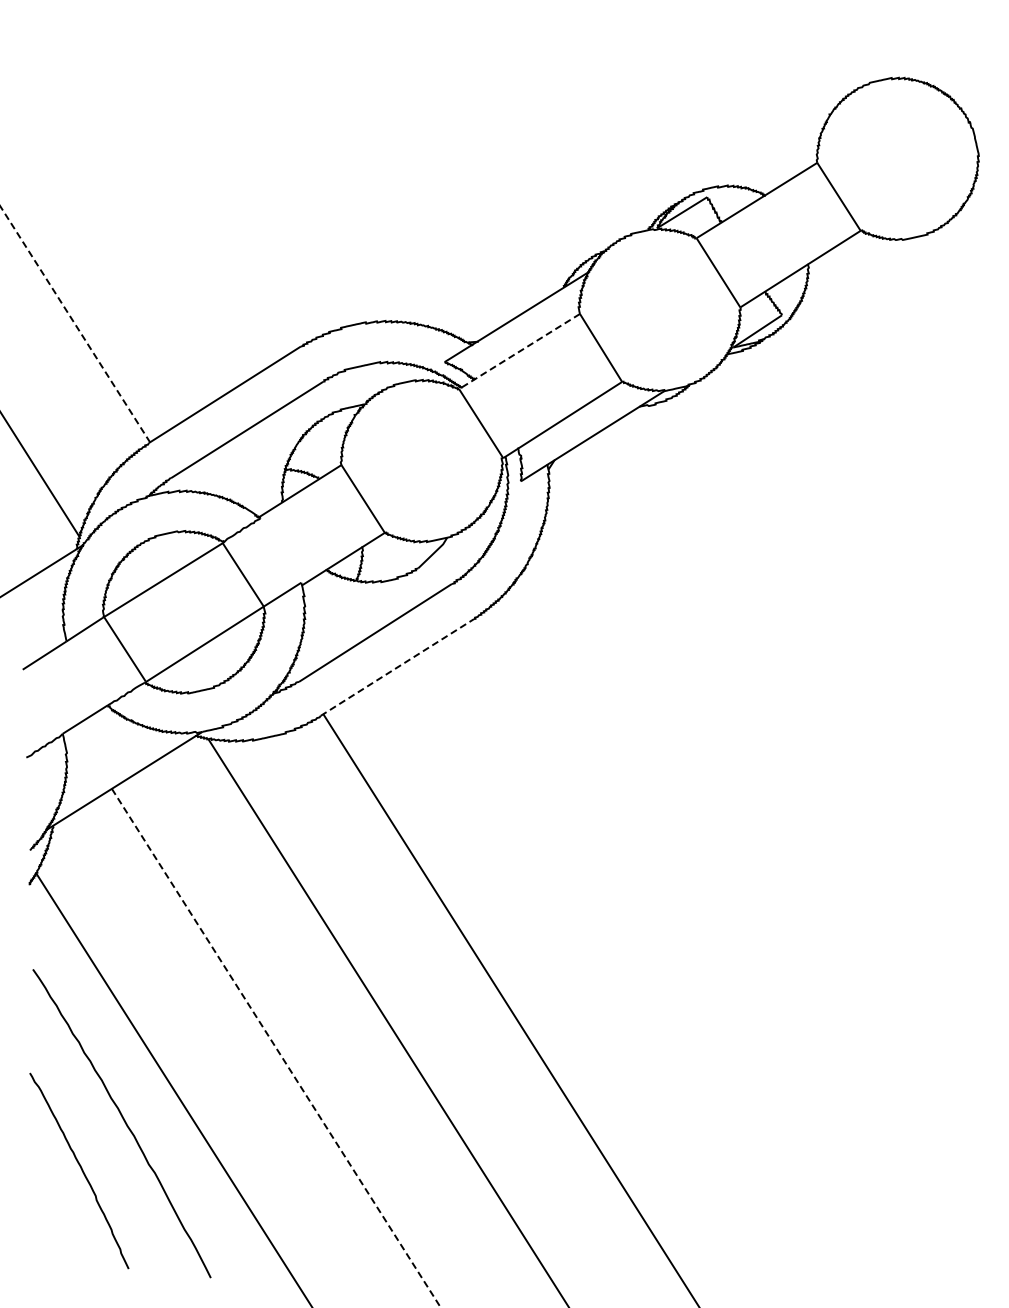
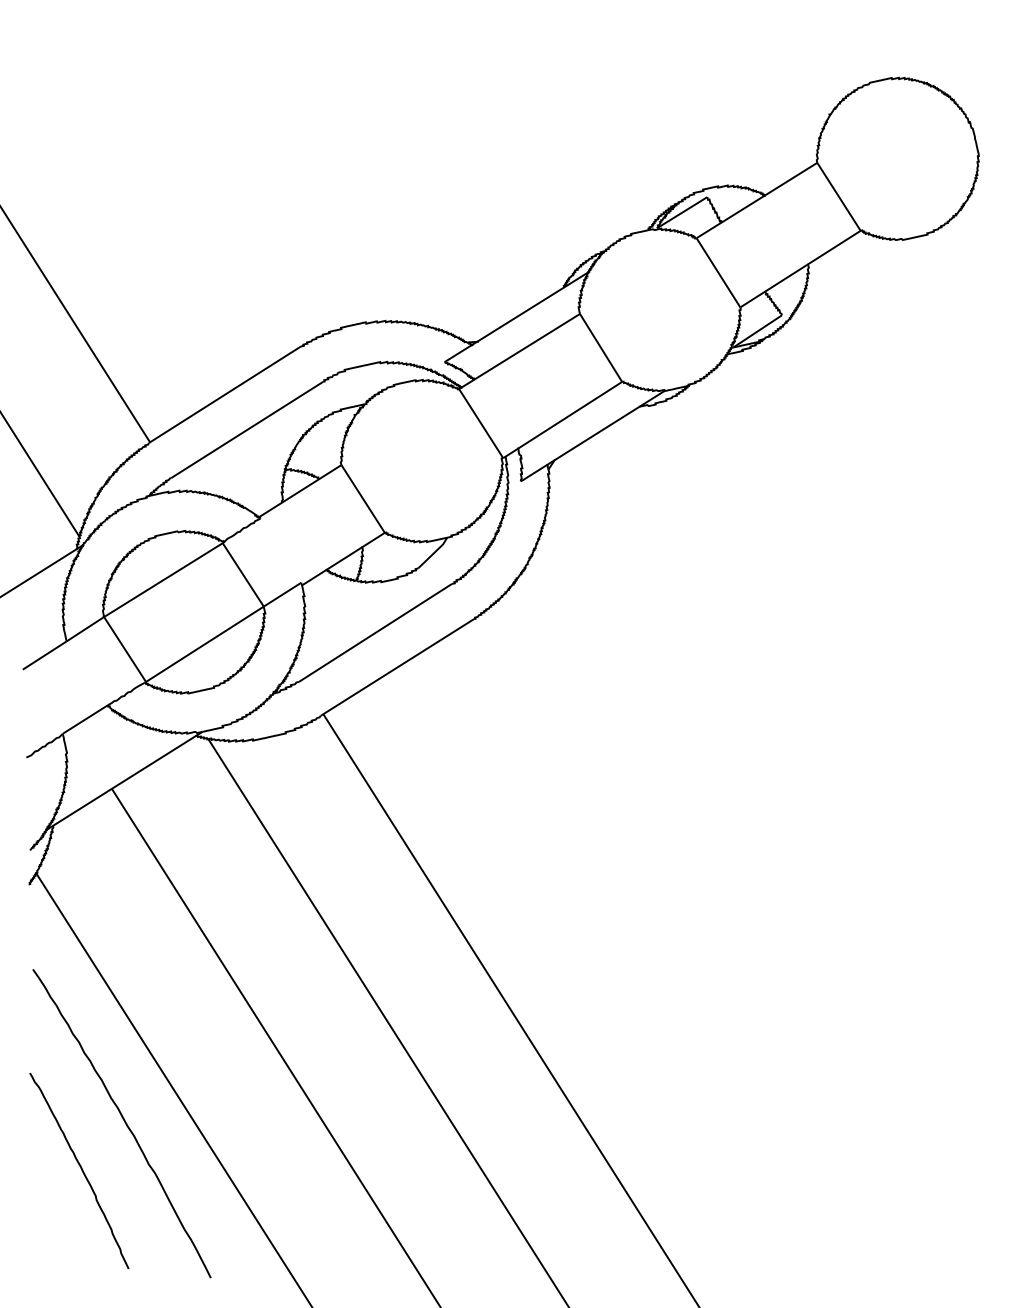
line at (75, 324): dashed -> solid
line at (519, 351): dashed -> solid
line at (397, 667): dashed -> solid
line at (276, 1048): dashed -> solid
